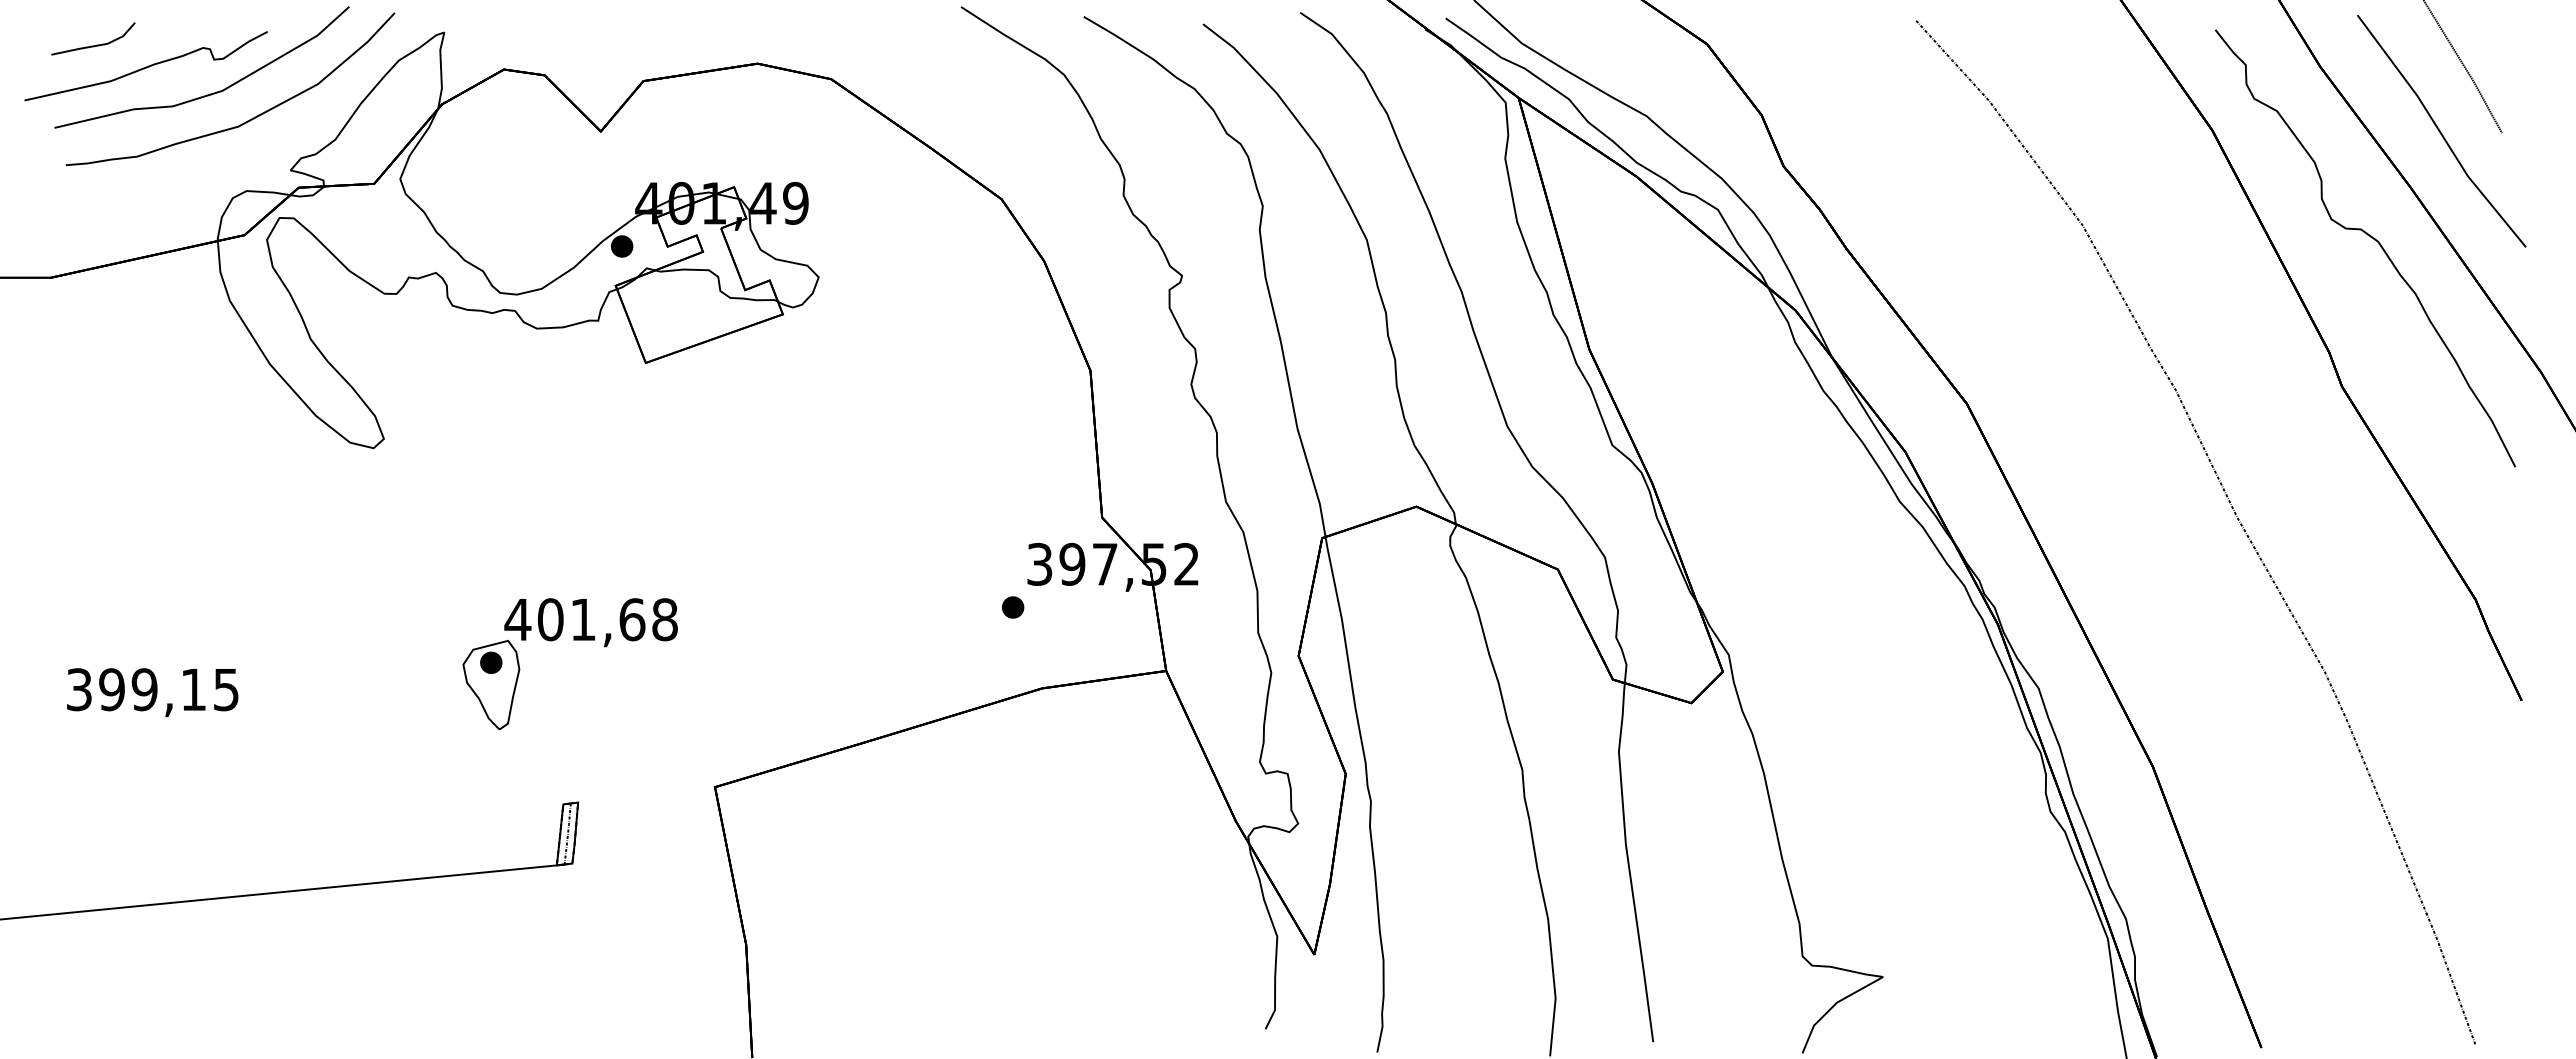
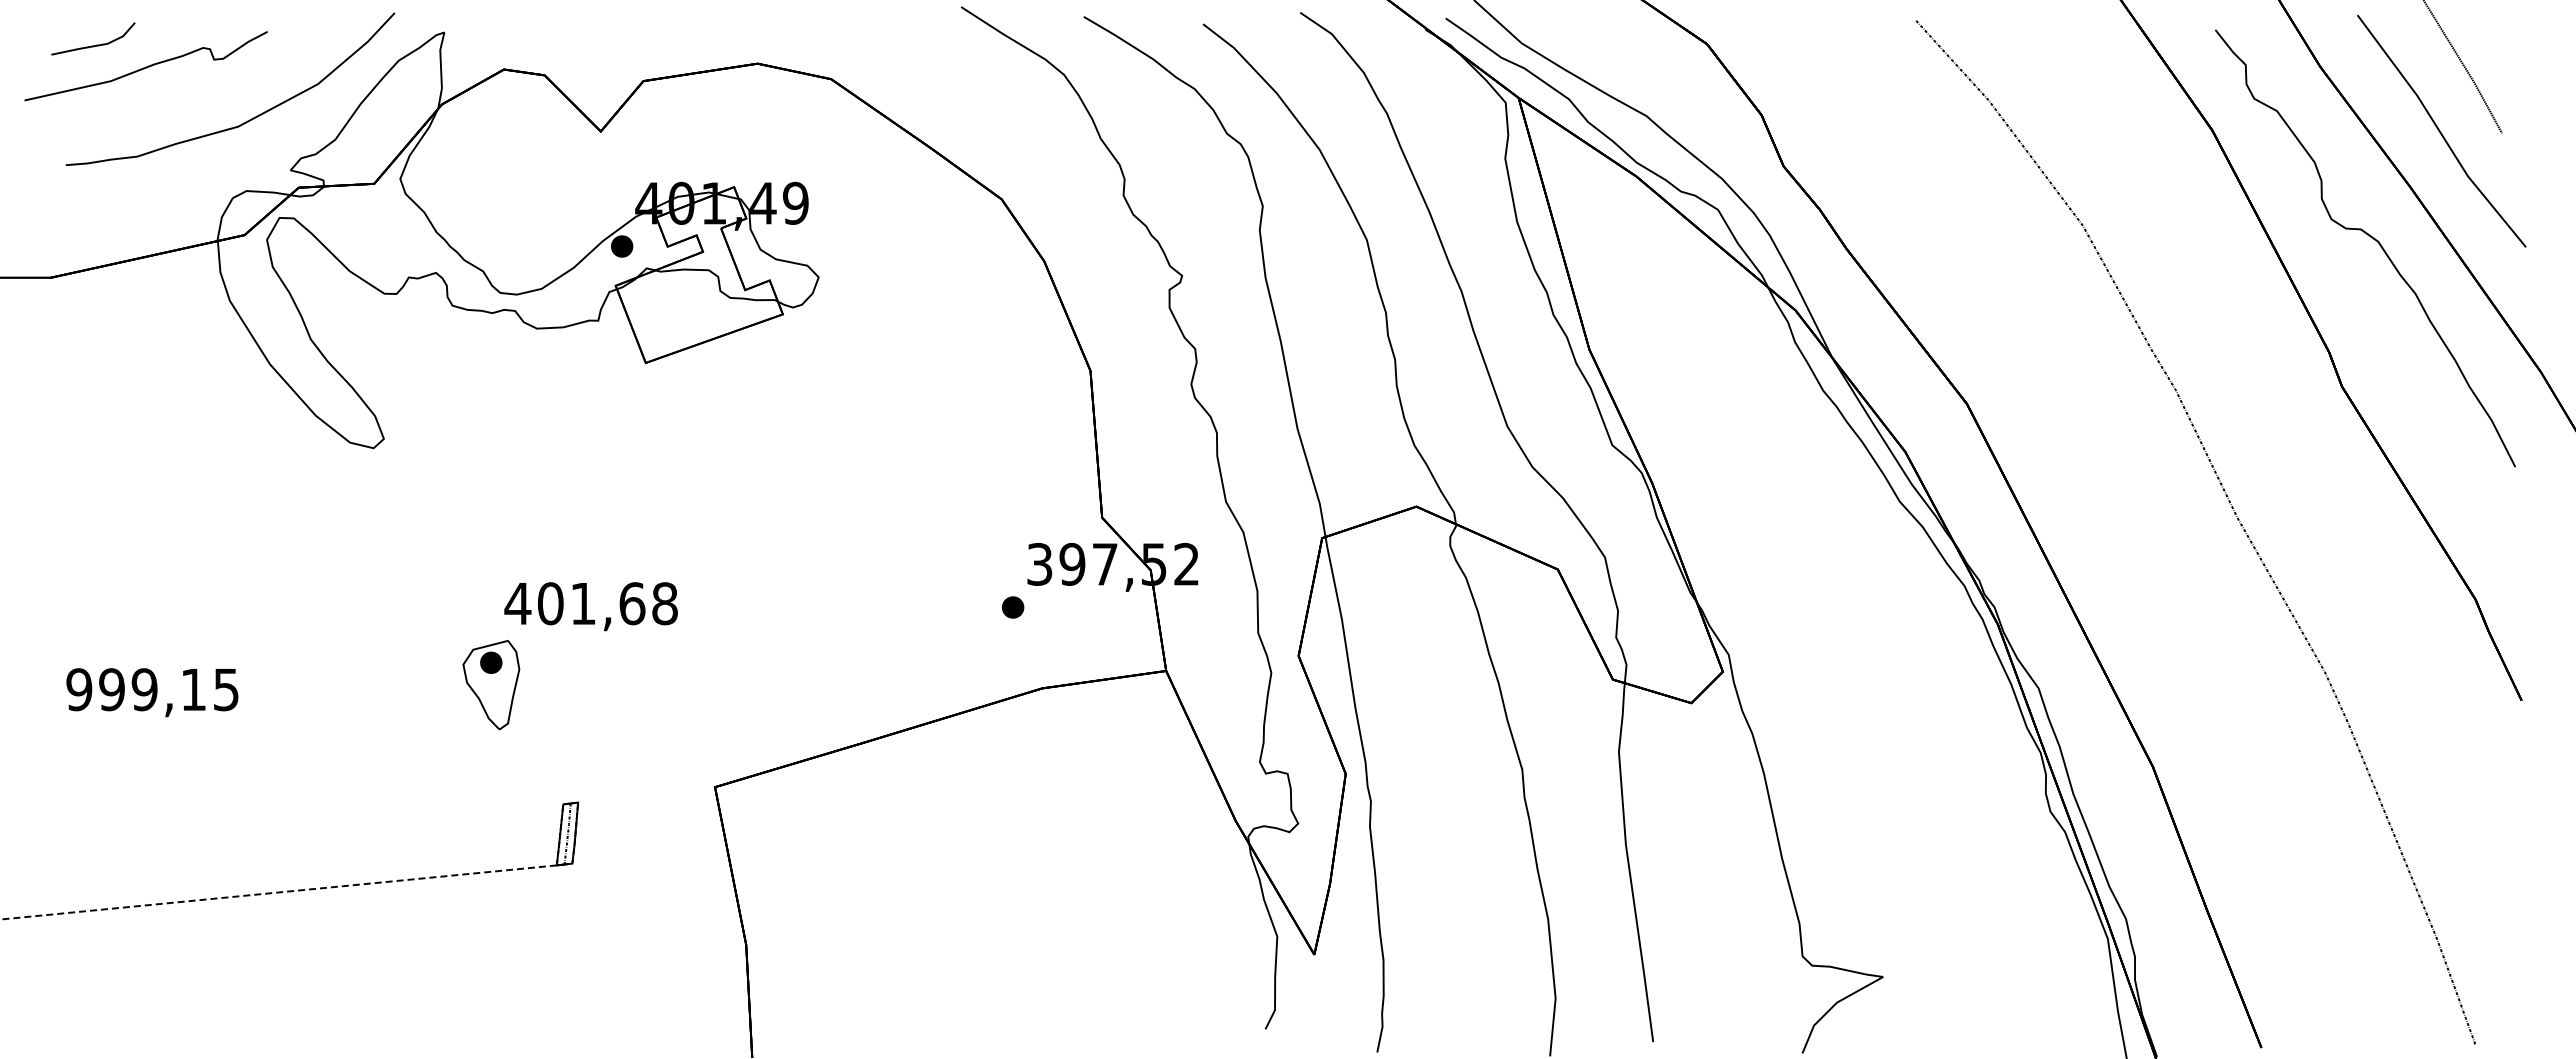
curve at (206, 94): present -> none
text at (590, 622) position: (590, 622) -> (590, 606)
text at (79, 689): 399,15 -> 999,15
line at (278, 892): solid -> dashed
